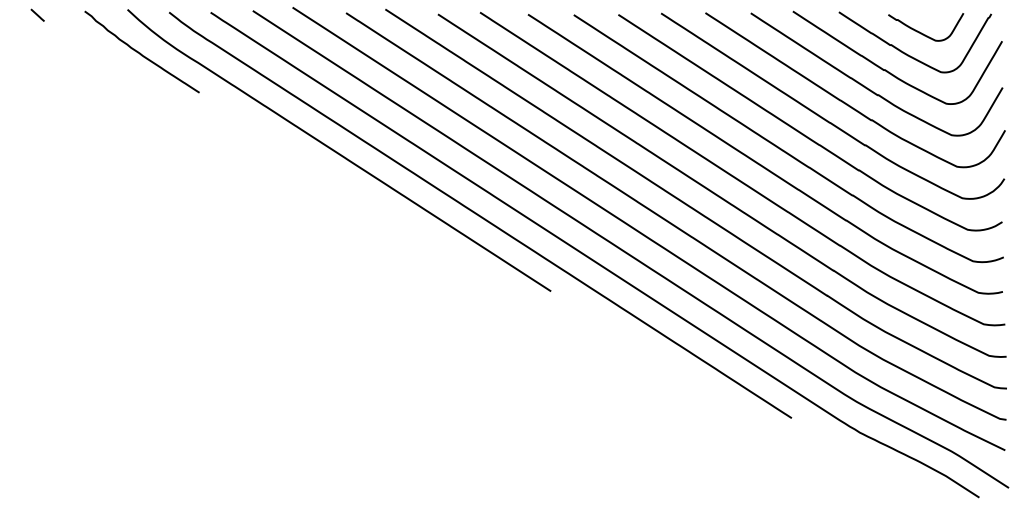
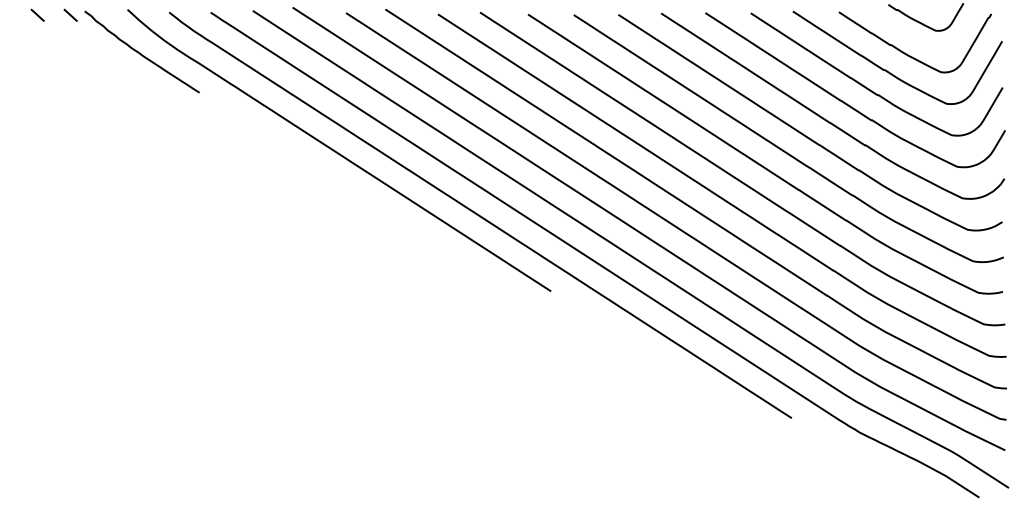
line at (70, 14): none -> present
curve at (923, 33) position: (923, 33) -> (923, 23)
